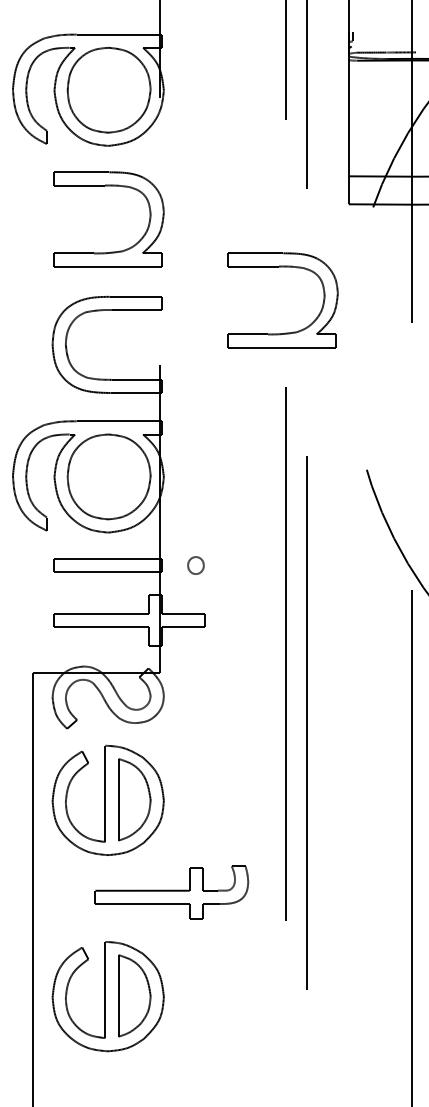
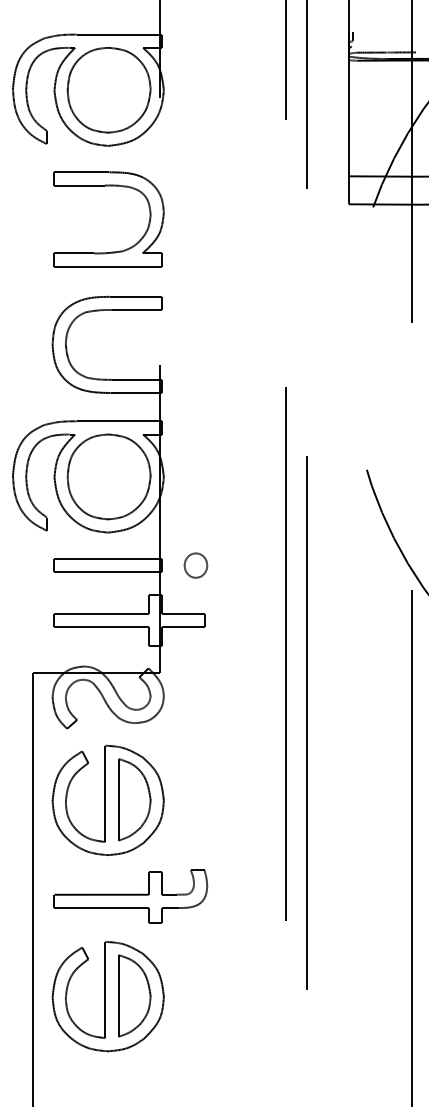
part at (285, 332): present -> none
part at (195, 565) size: 18x19 px -> 26x27 px
part at (171, 892) position: (171, 892) -> (130, 896)
